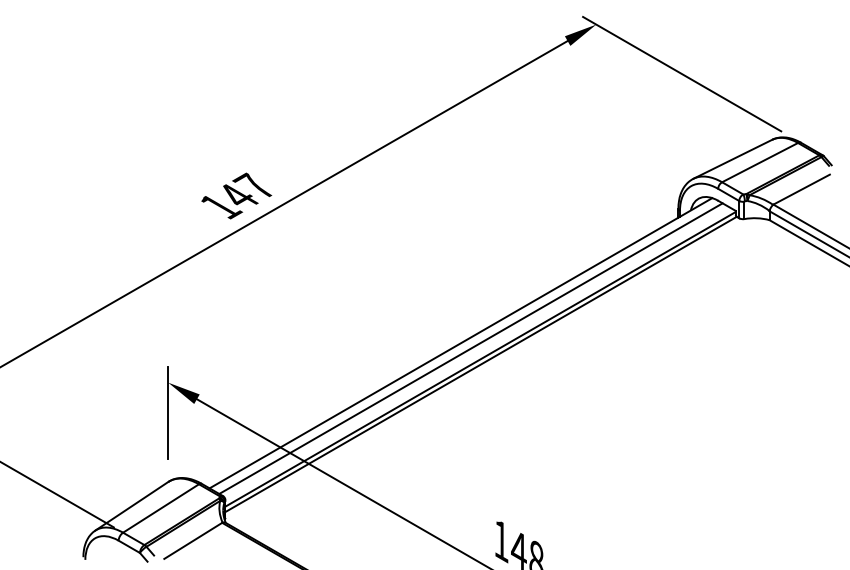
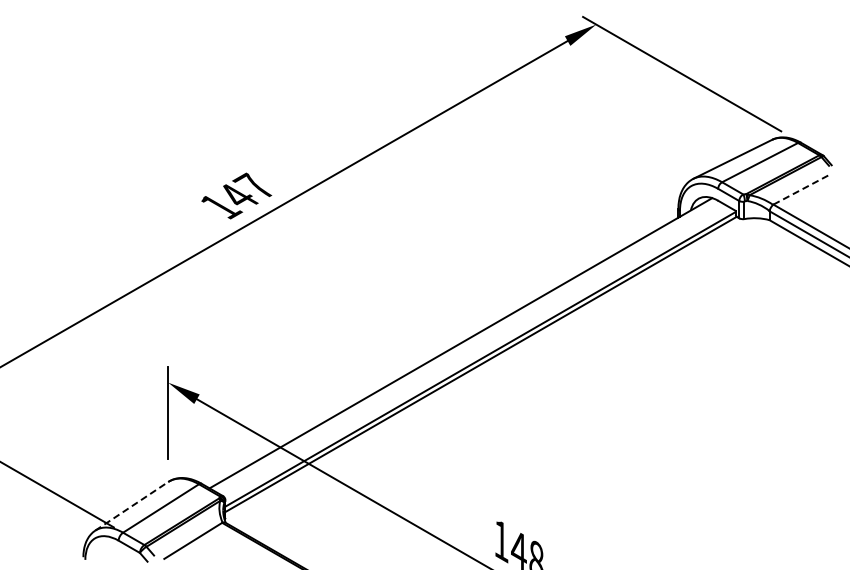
line at (801, 189): solid -> dashed
line at (470, 348): present -> none
line at (131, 506): solid -> dashed
